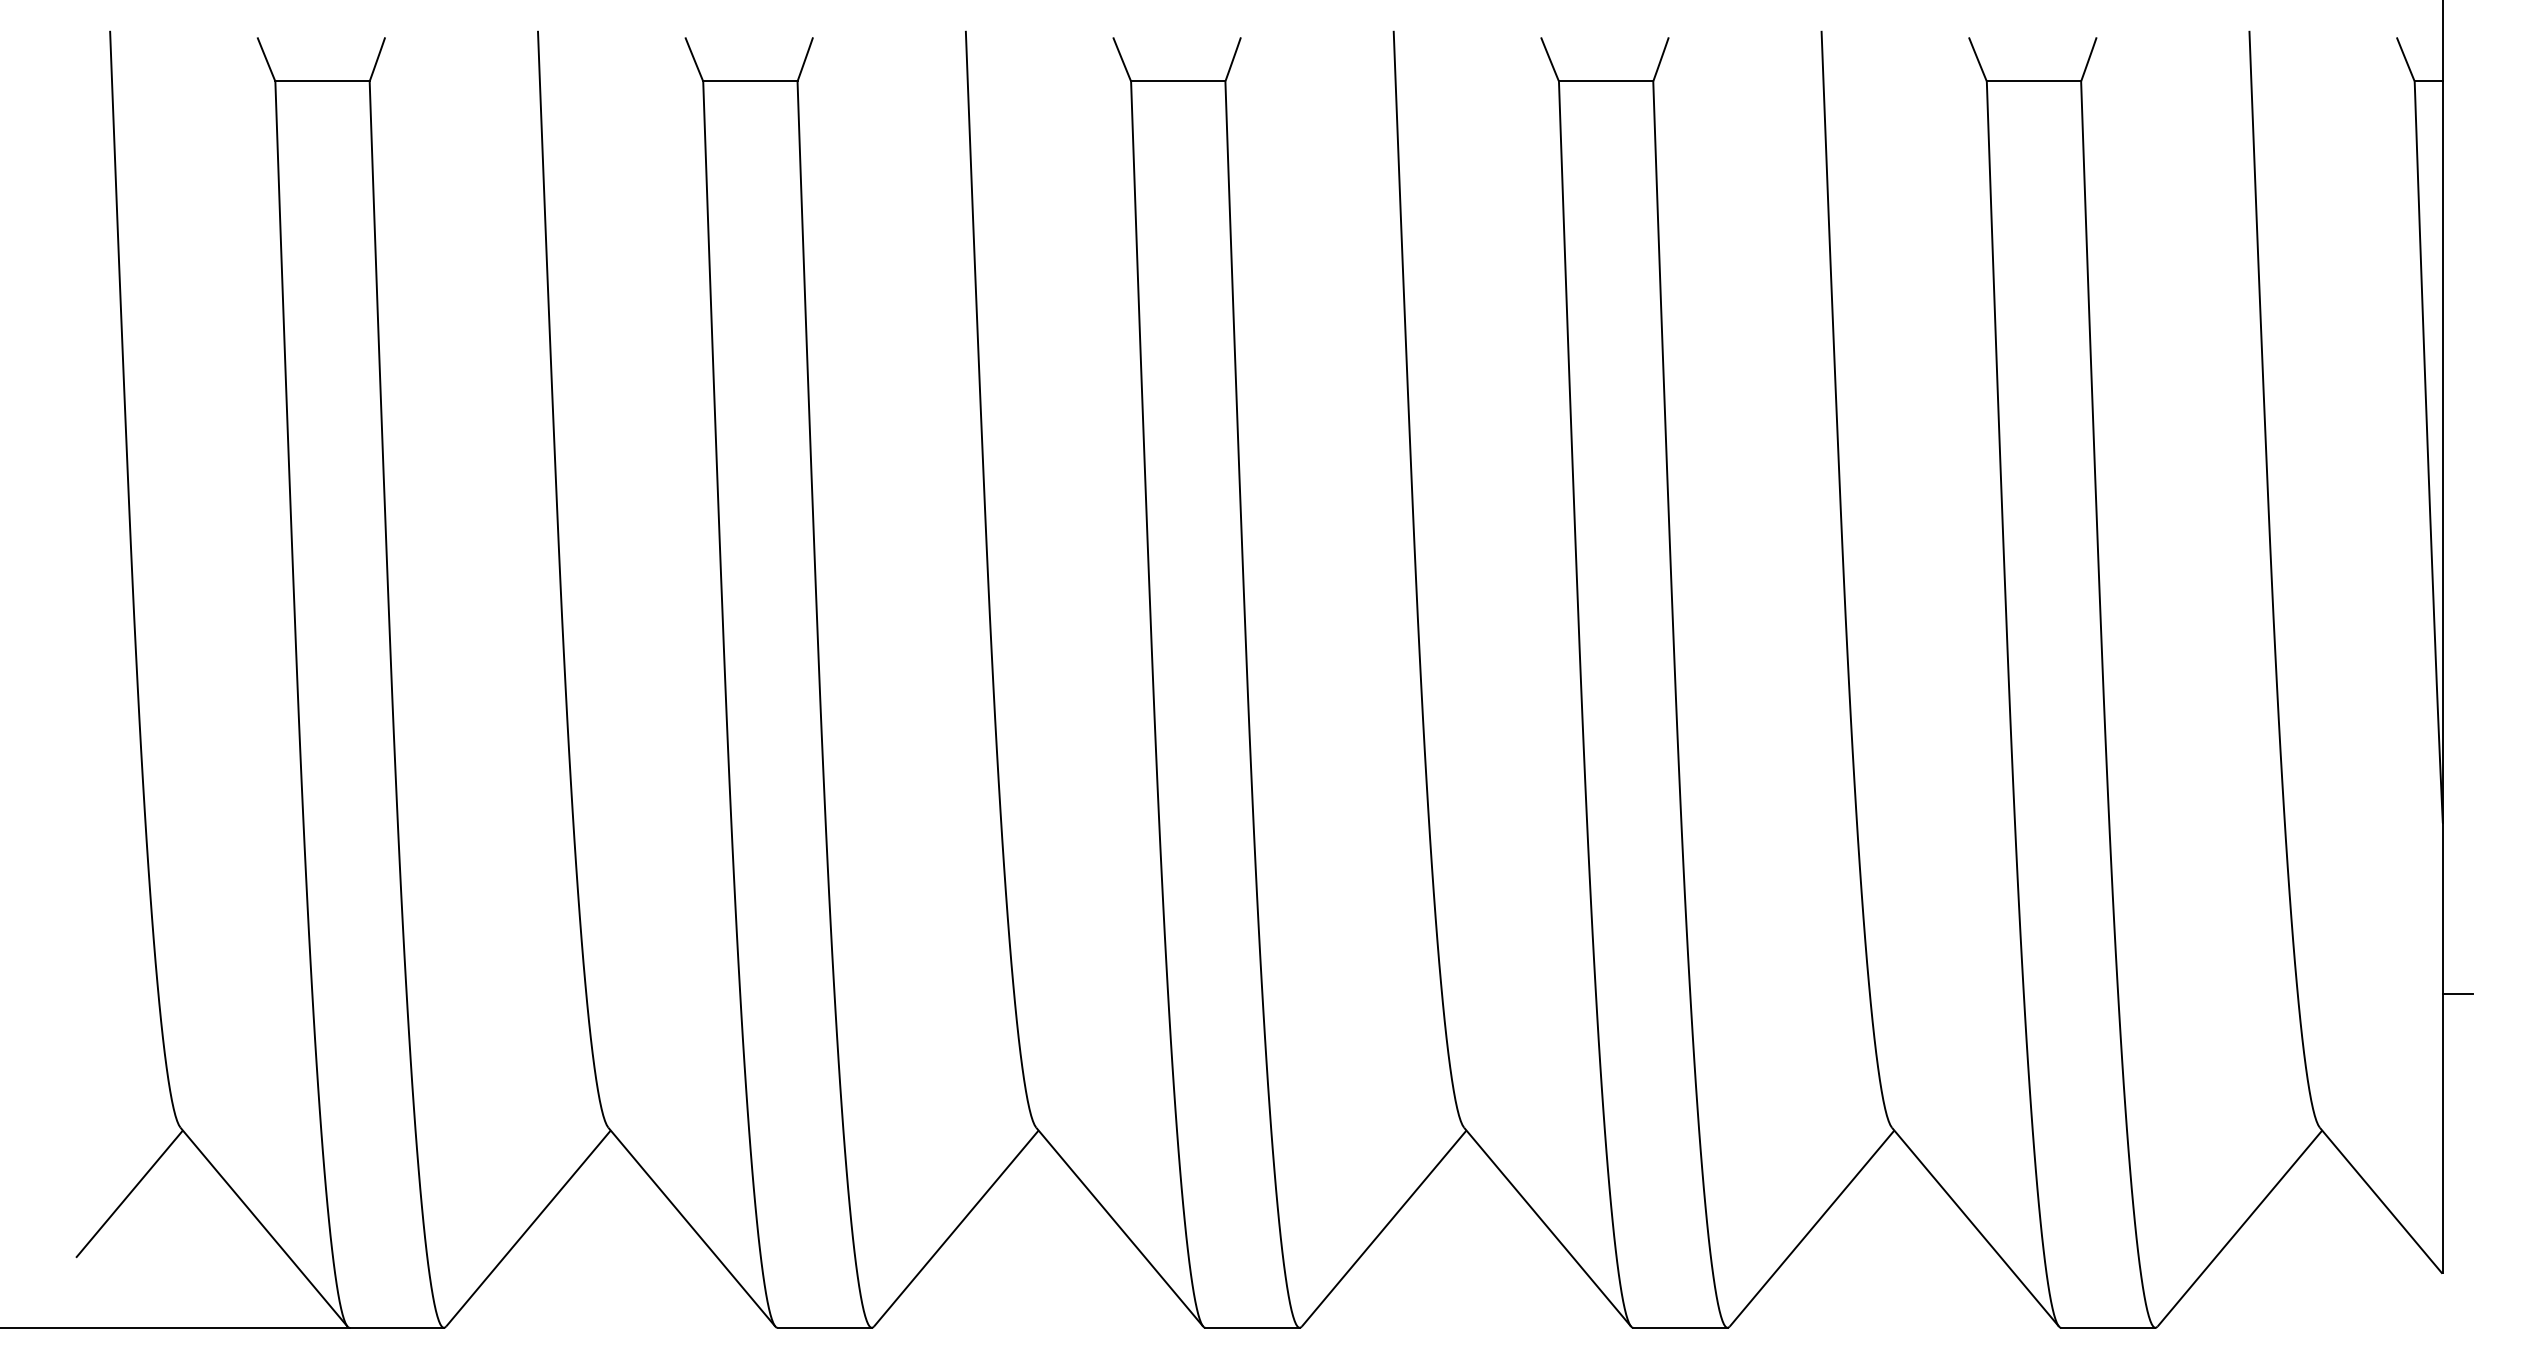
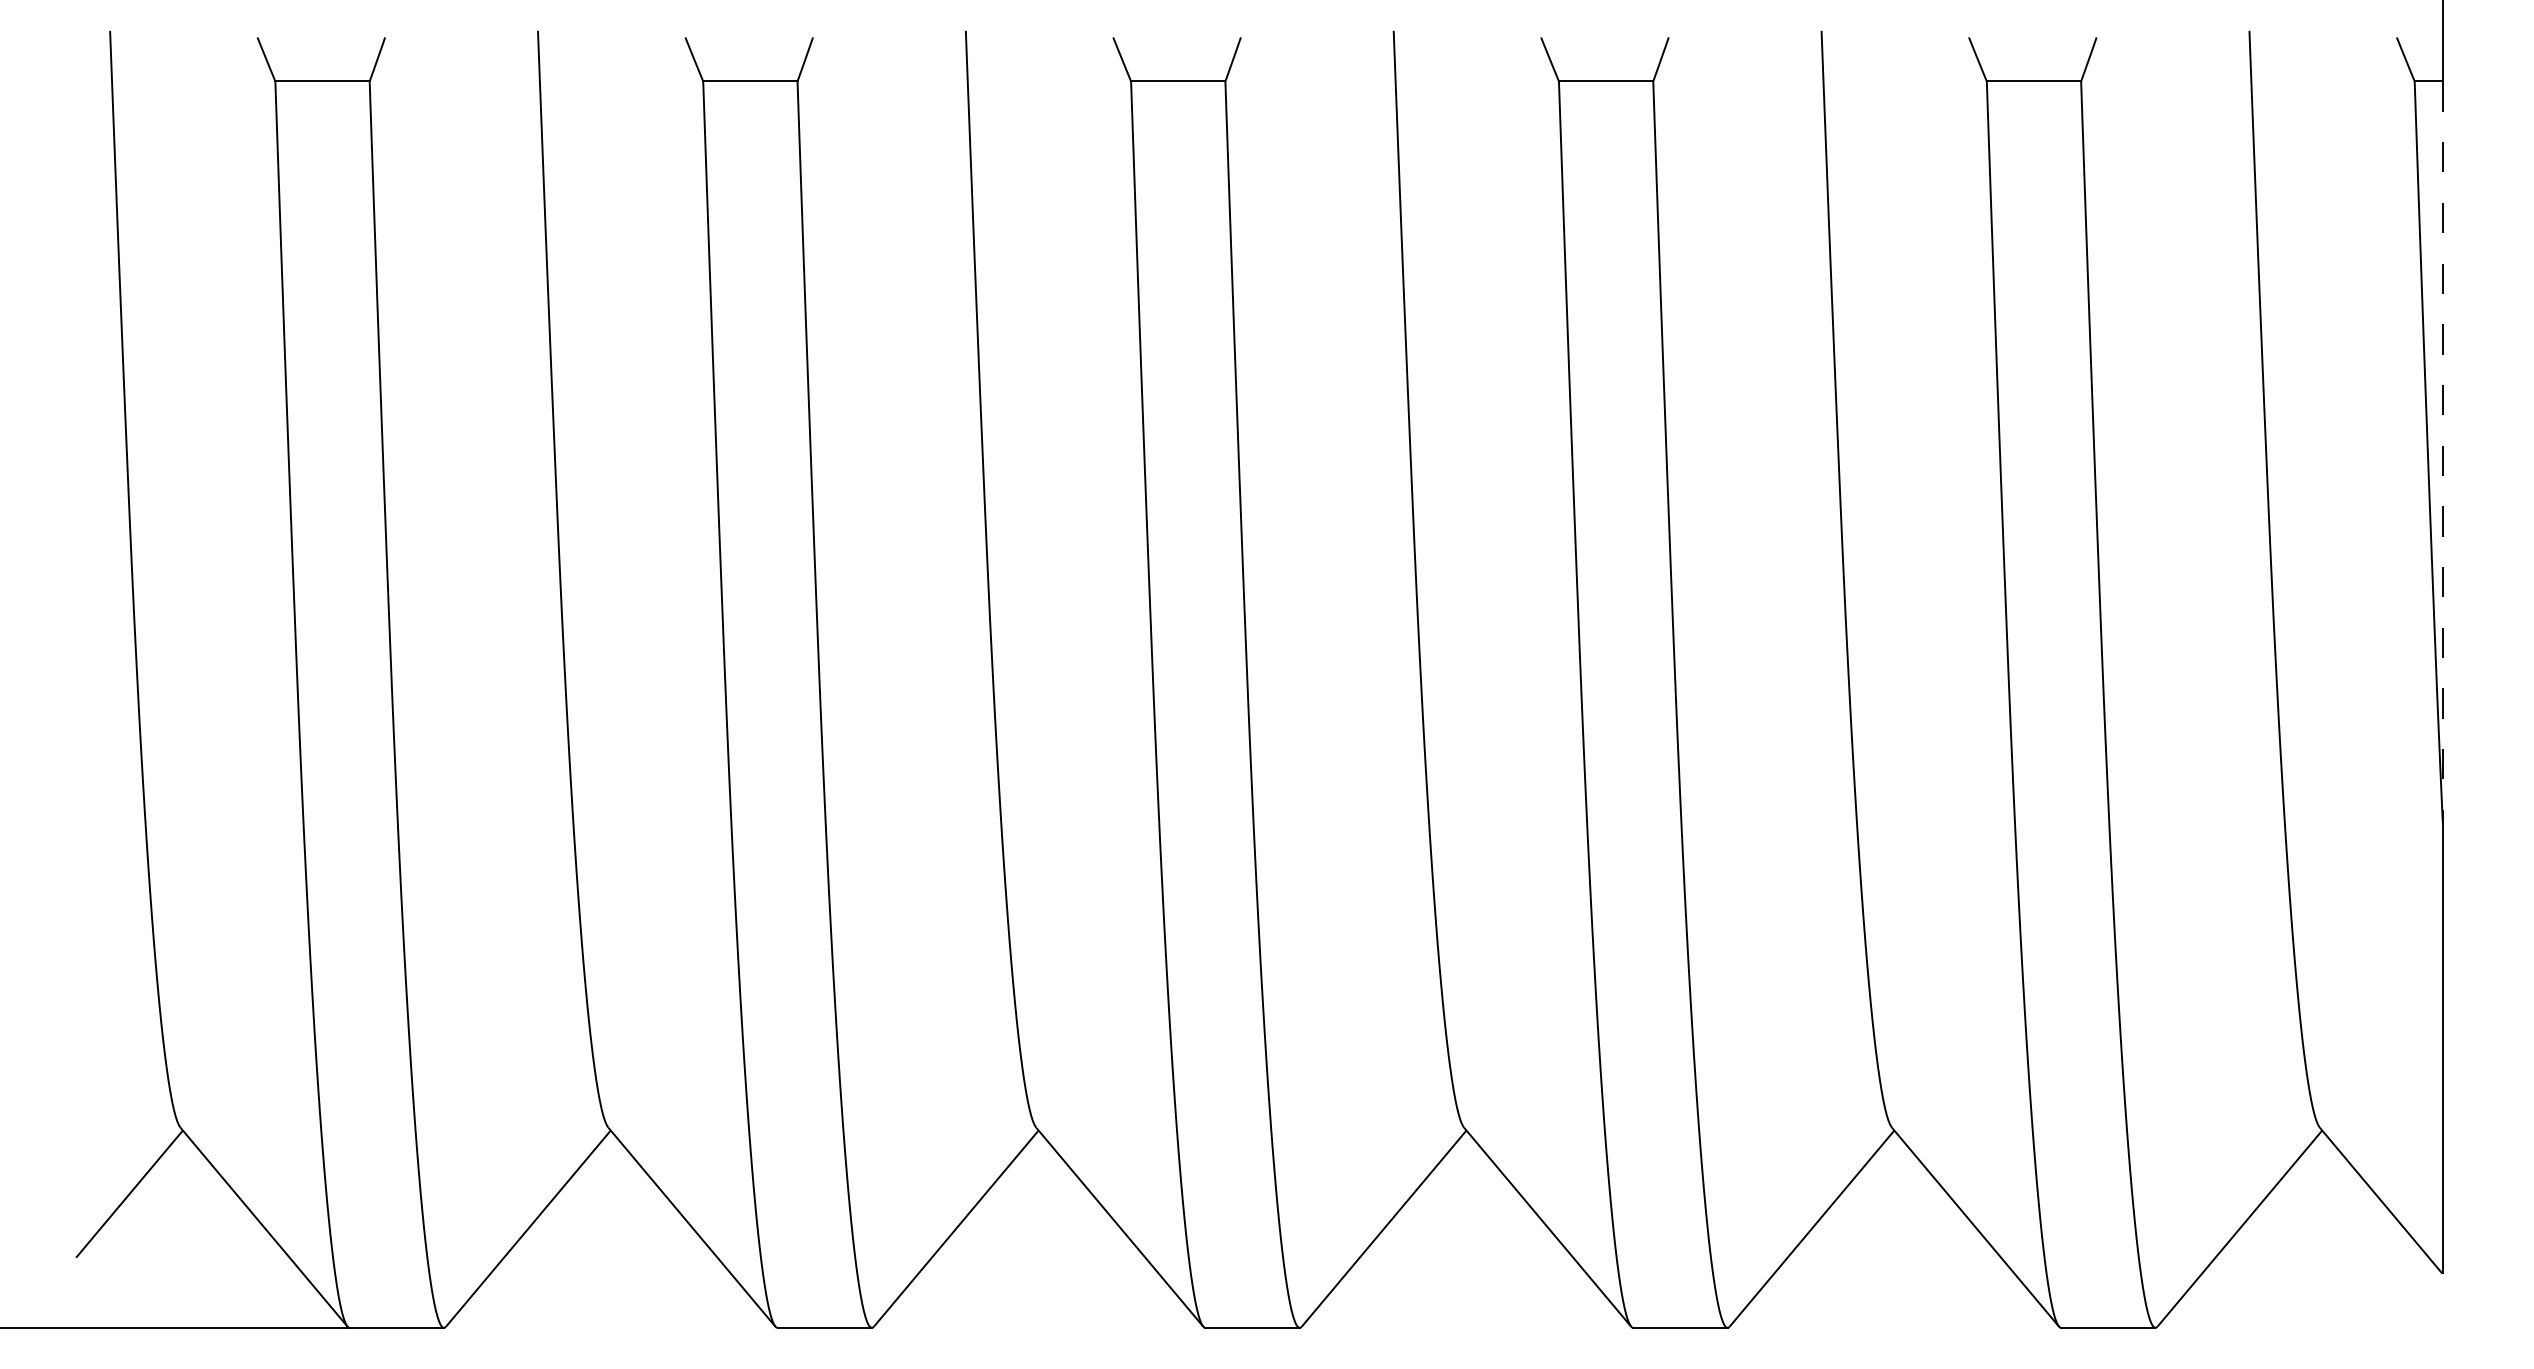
line at (2442, 452): solid -> dashed
line at (2457, 994): present -> none
